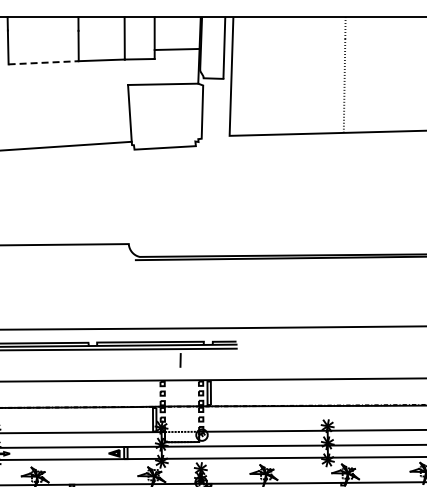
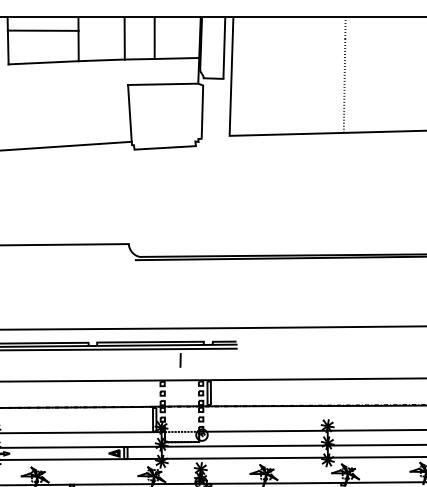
line at (42, 30): none -> present
line at (176, 49) position: (176, 49) -> (176, 58)
line at (44, 62): dashed -> solid
